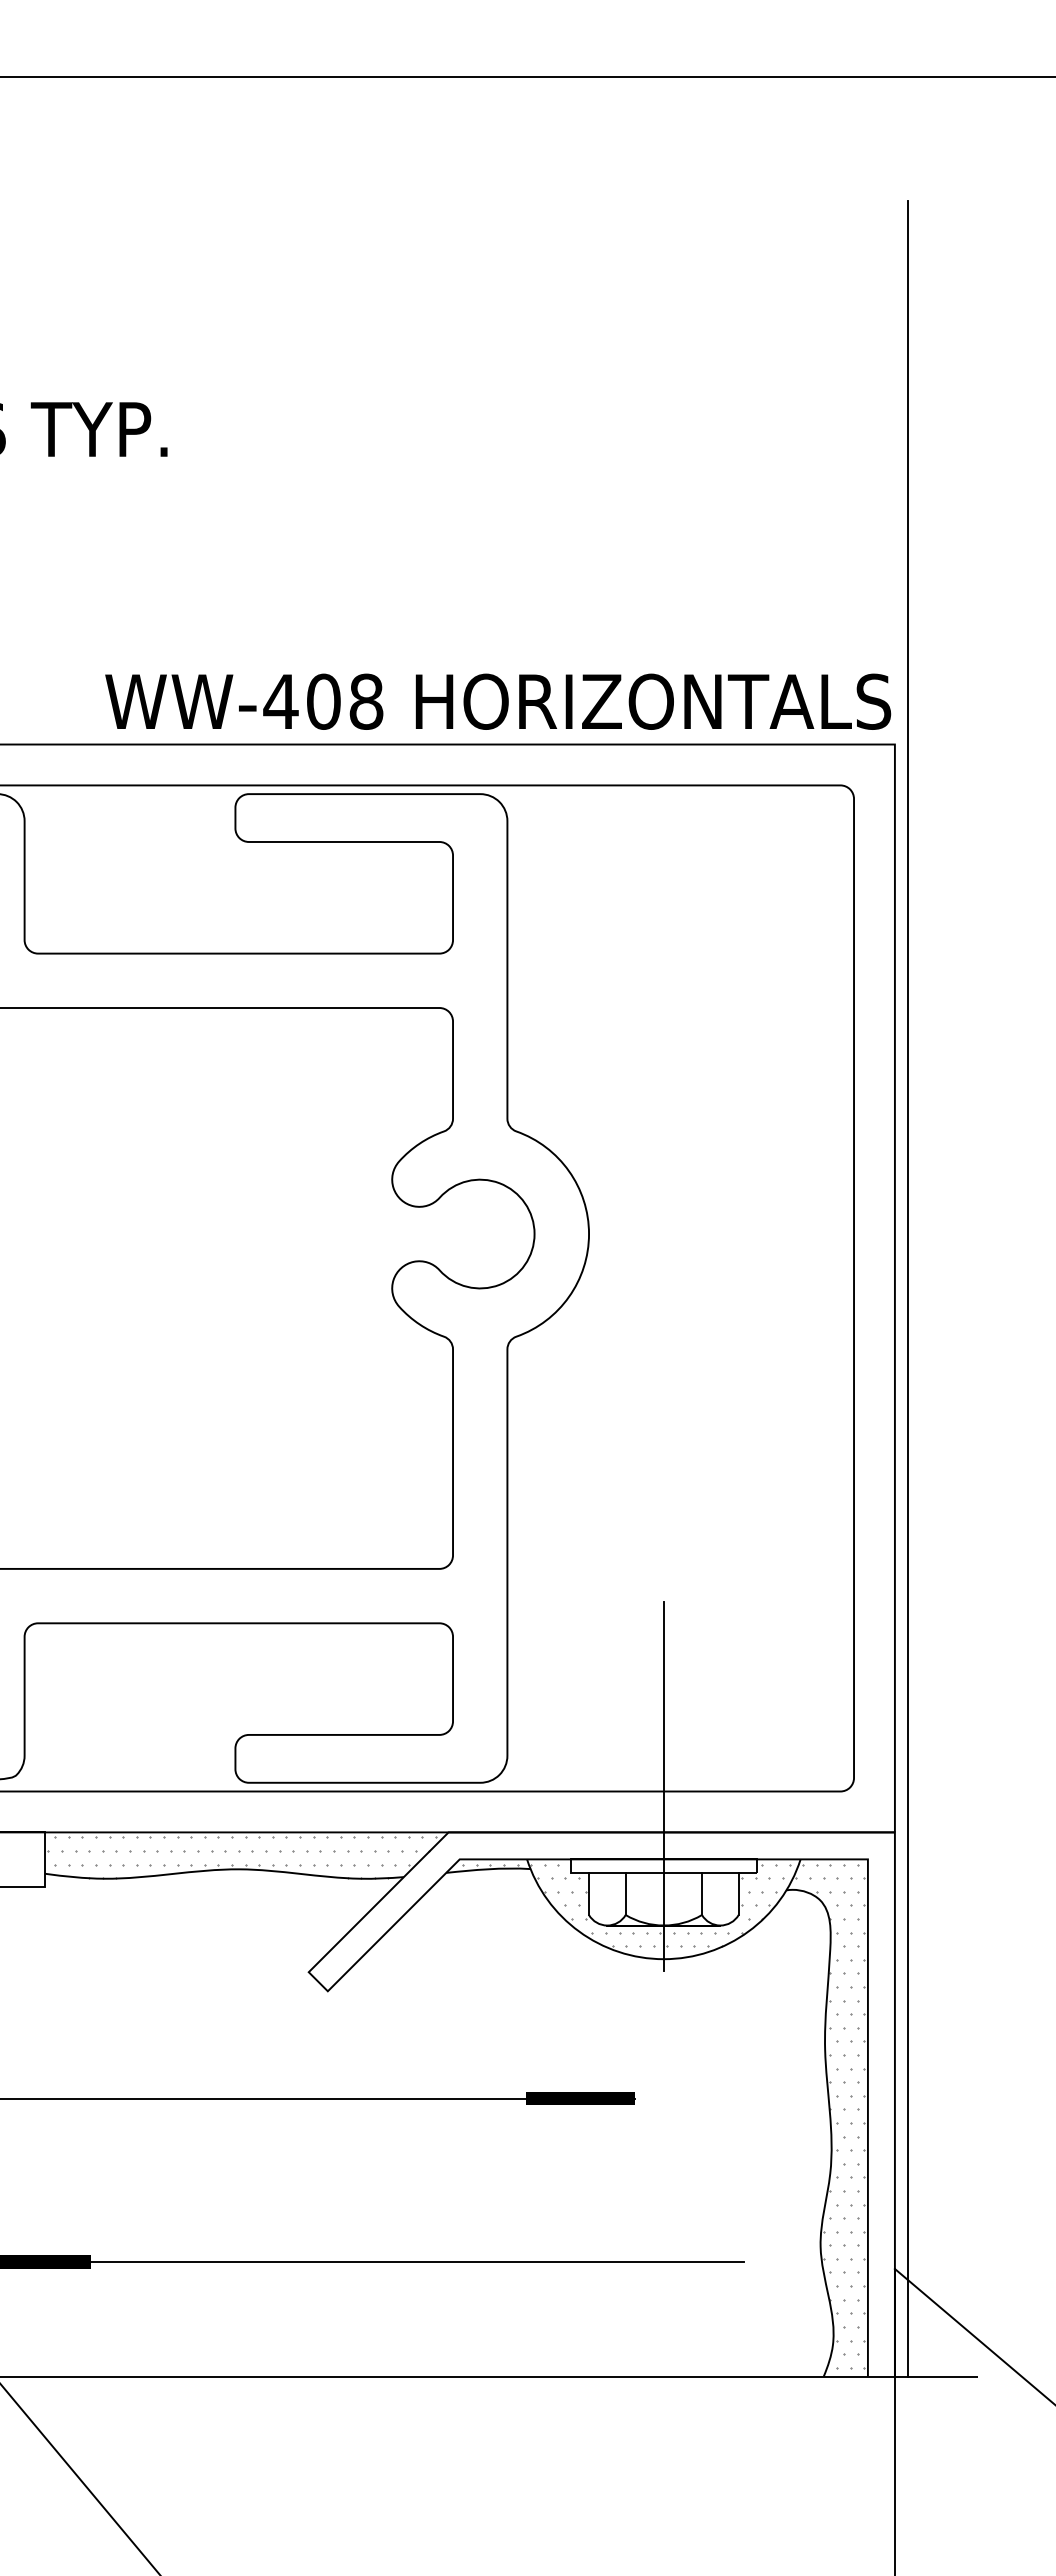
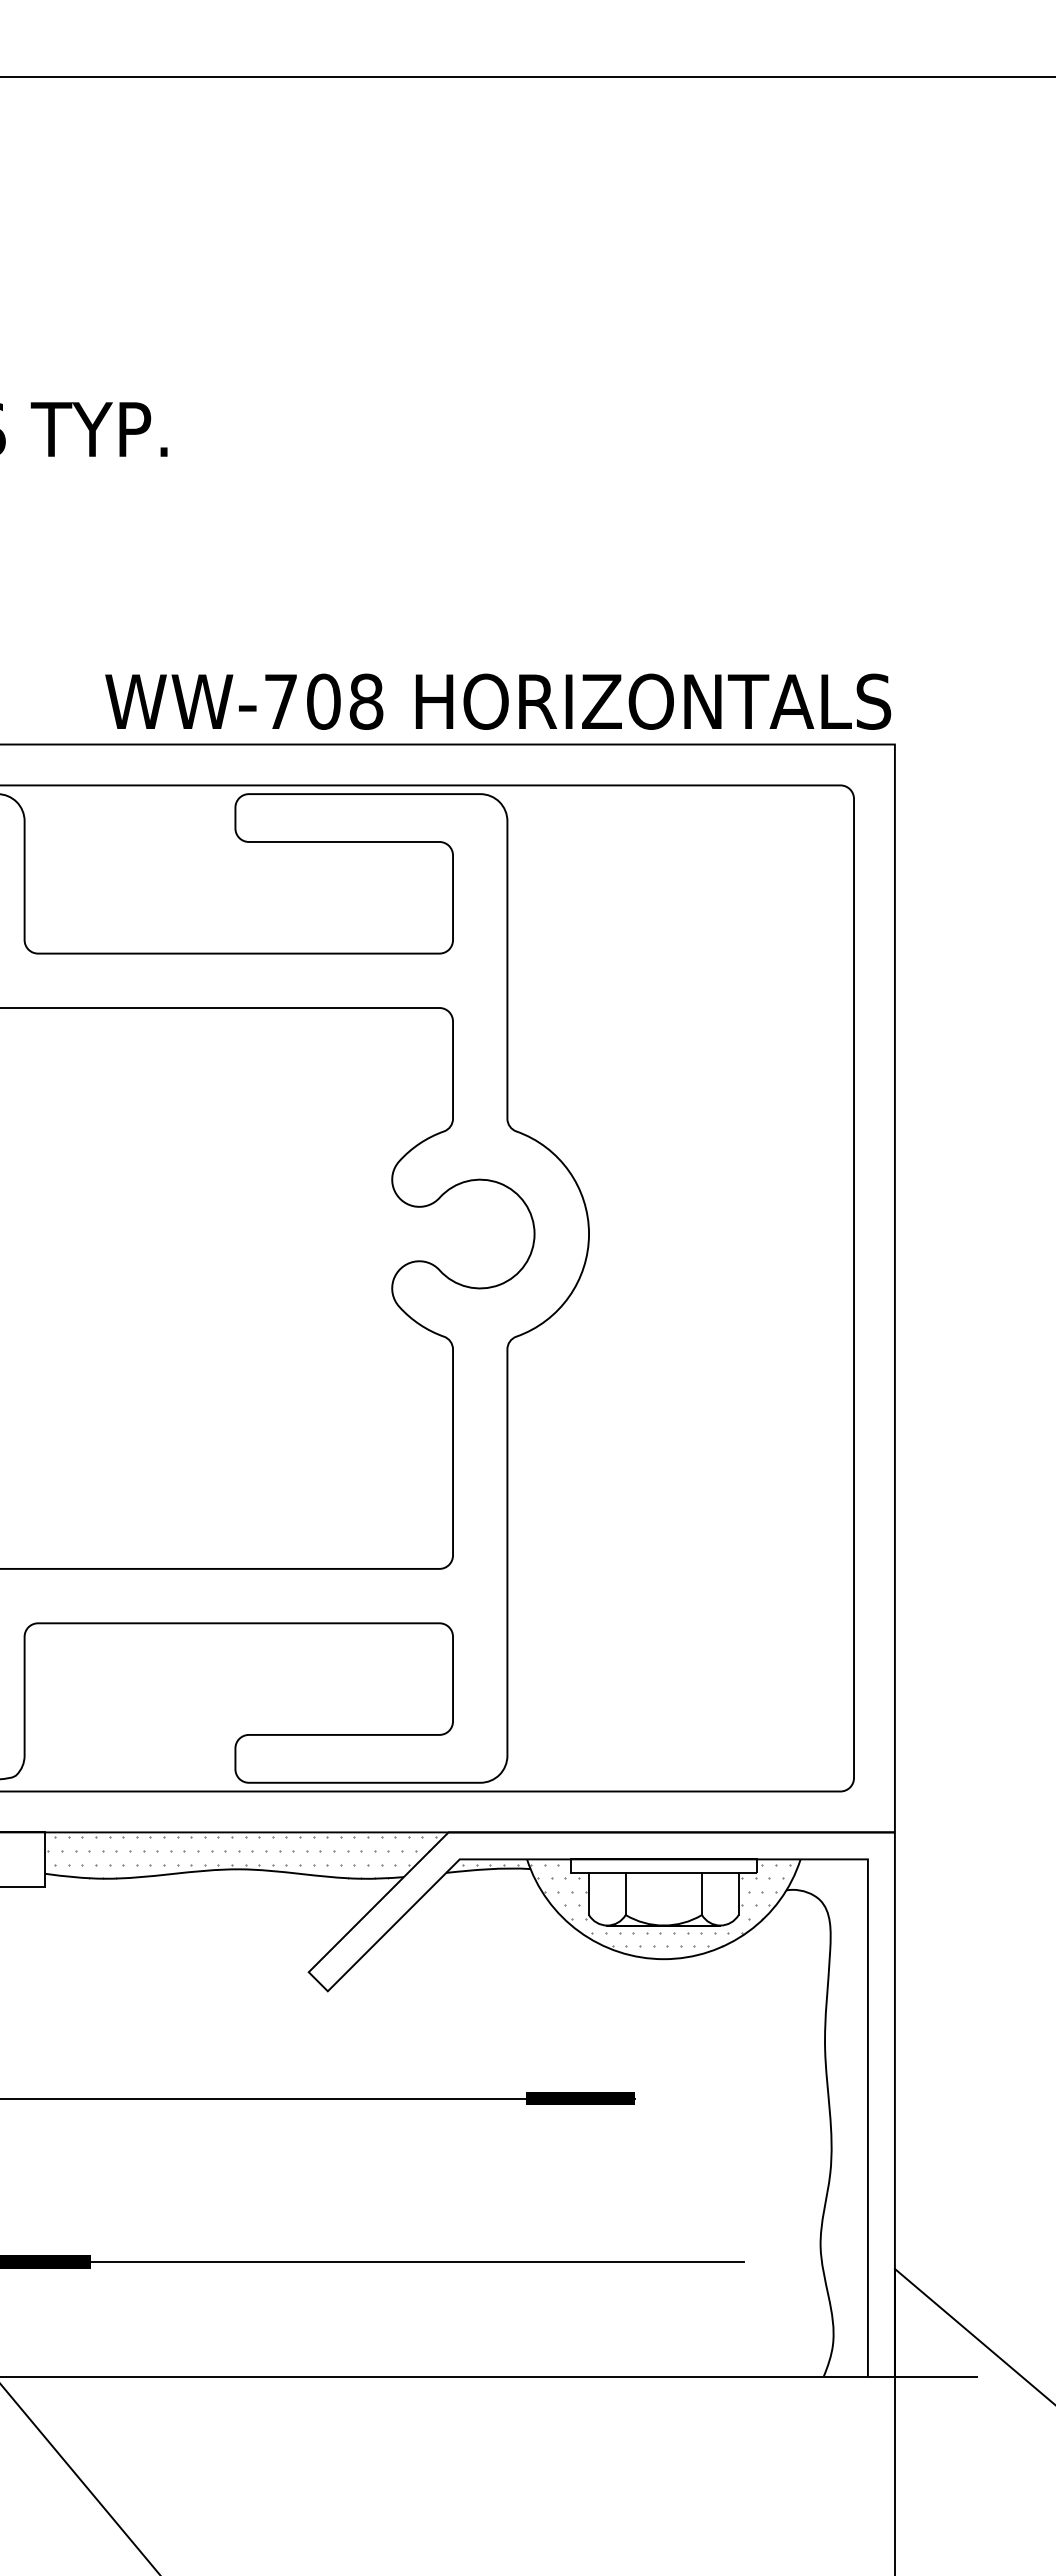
text at (280, 701): WW-408 -> WW-708
line at (908, 1288): present -> none
line at (663, 1786): present -> none
hatch at (830, 2115): present -> none
